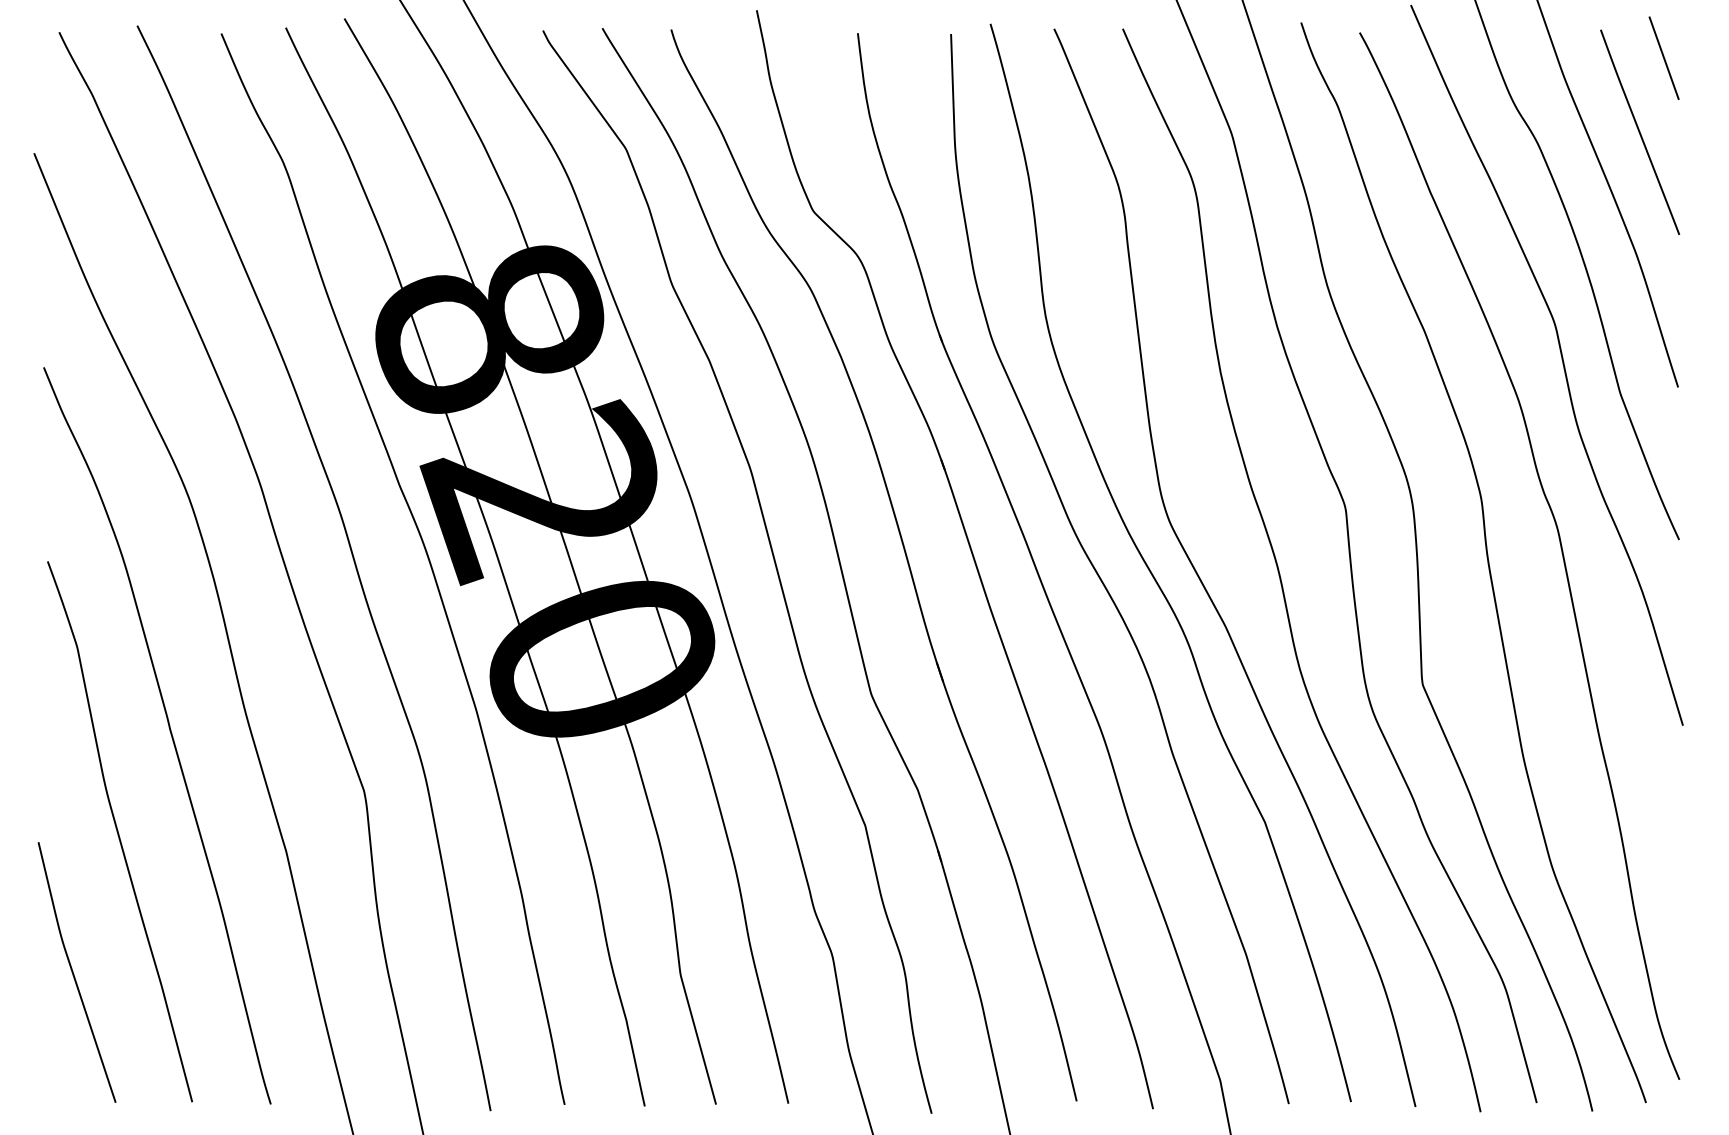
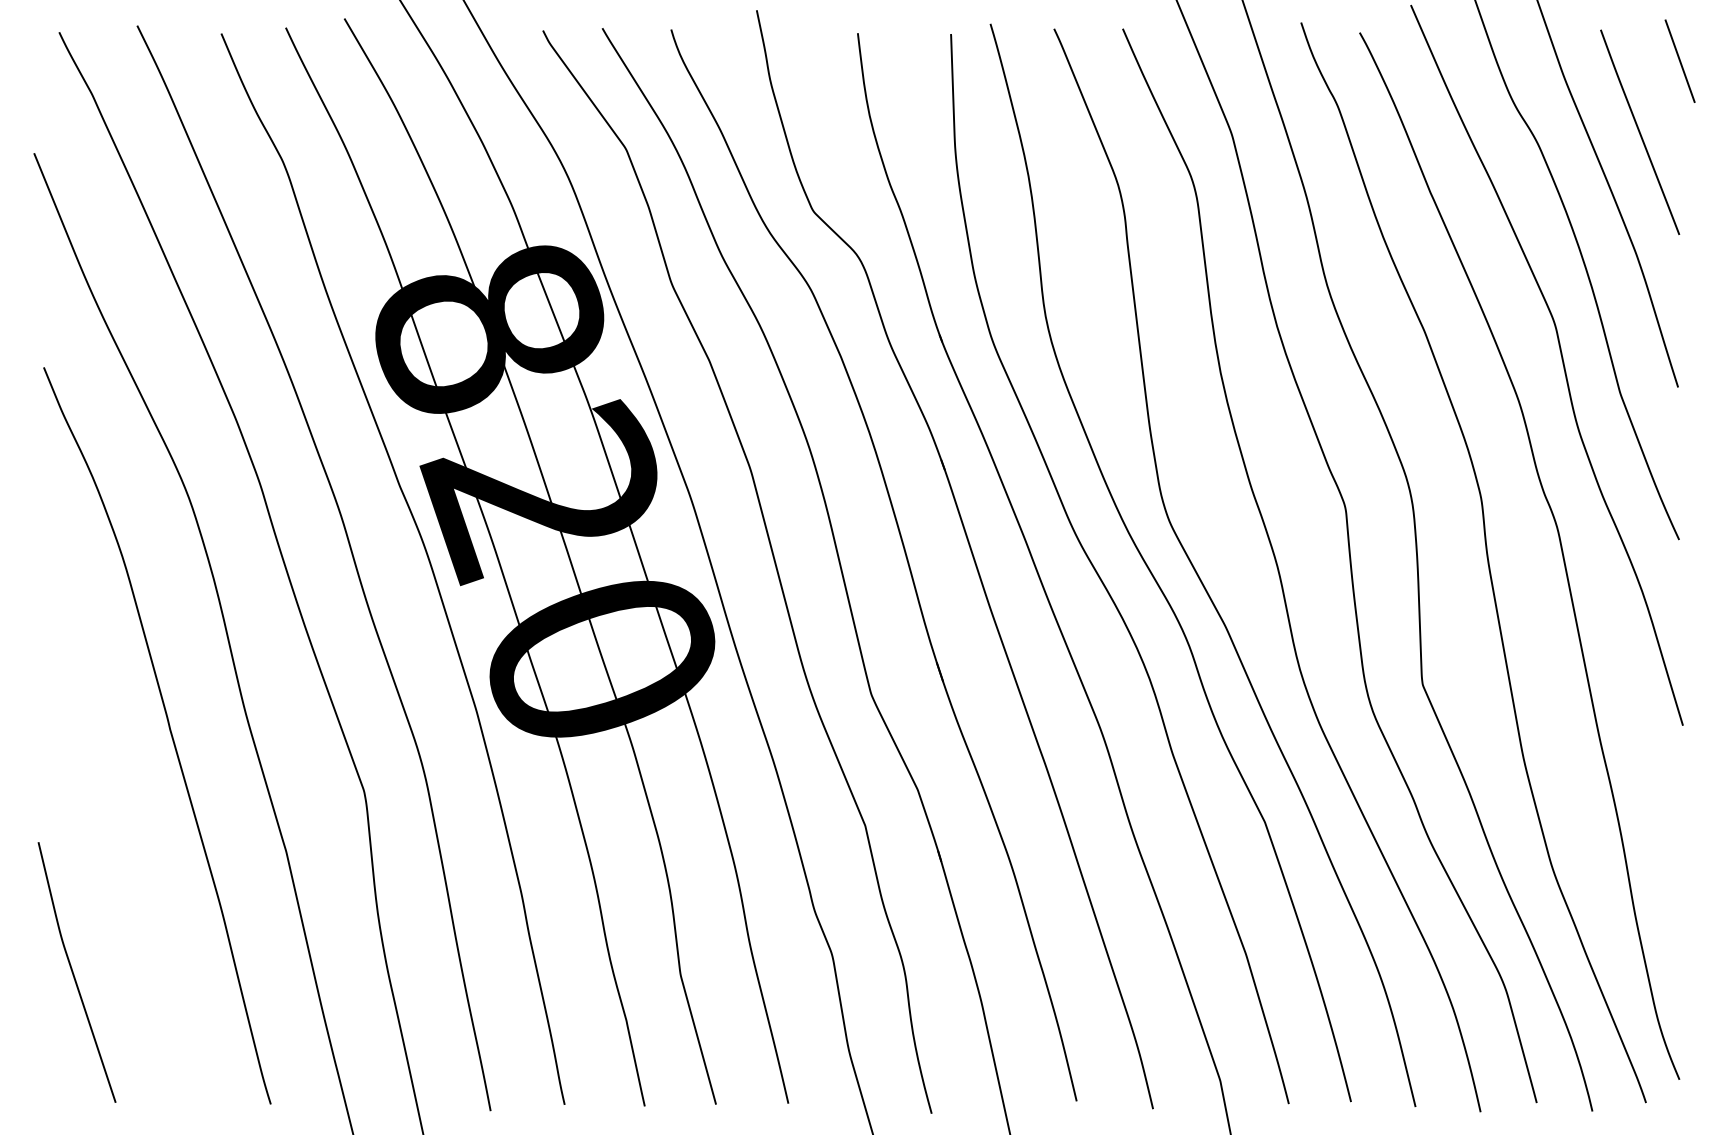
line at (1663, 57) position: (1663, 57) -> (1679, 60)
curve at (118, 831): present -> none
